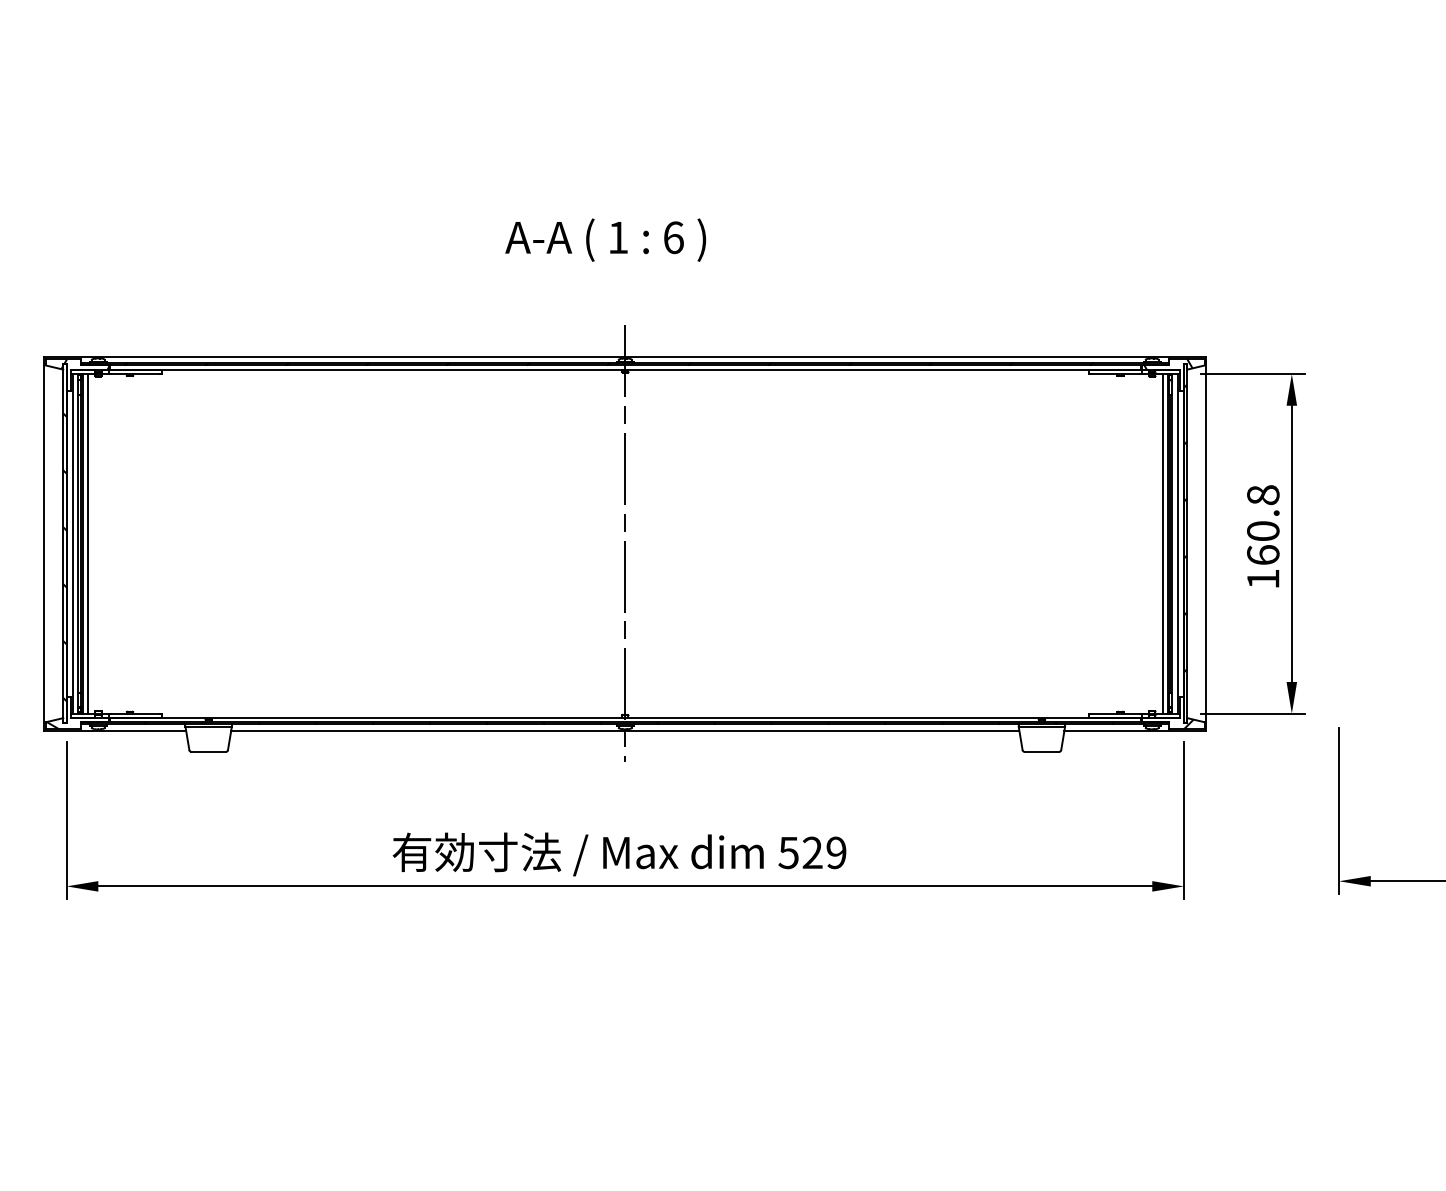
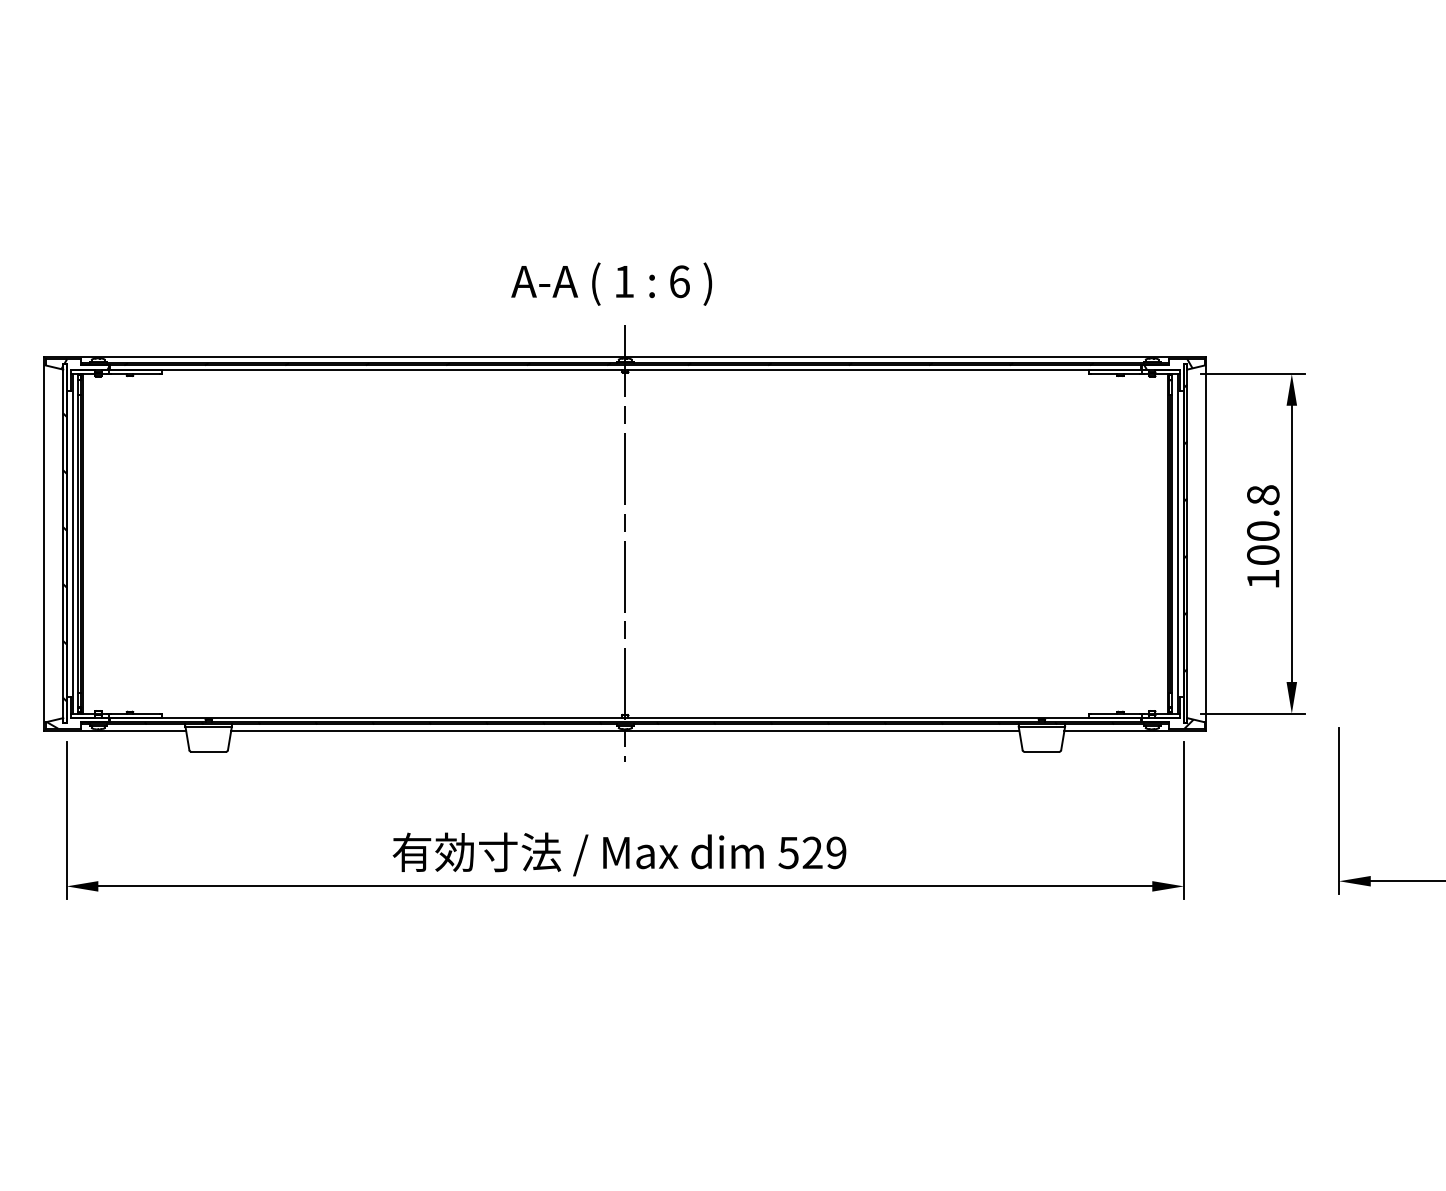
text at (605, 239) position: (605, 239) -> (611, 283)
line at (87, 543): present -> none
line at (1162, 543): present -> none
text at (1263, 554): 160.8 -> 100.8
